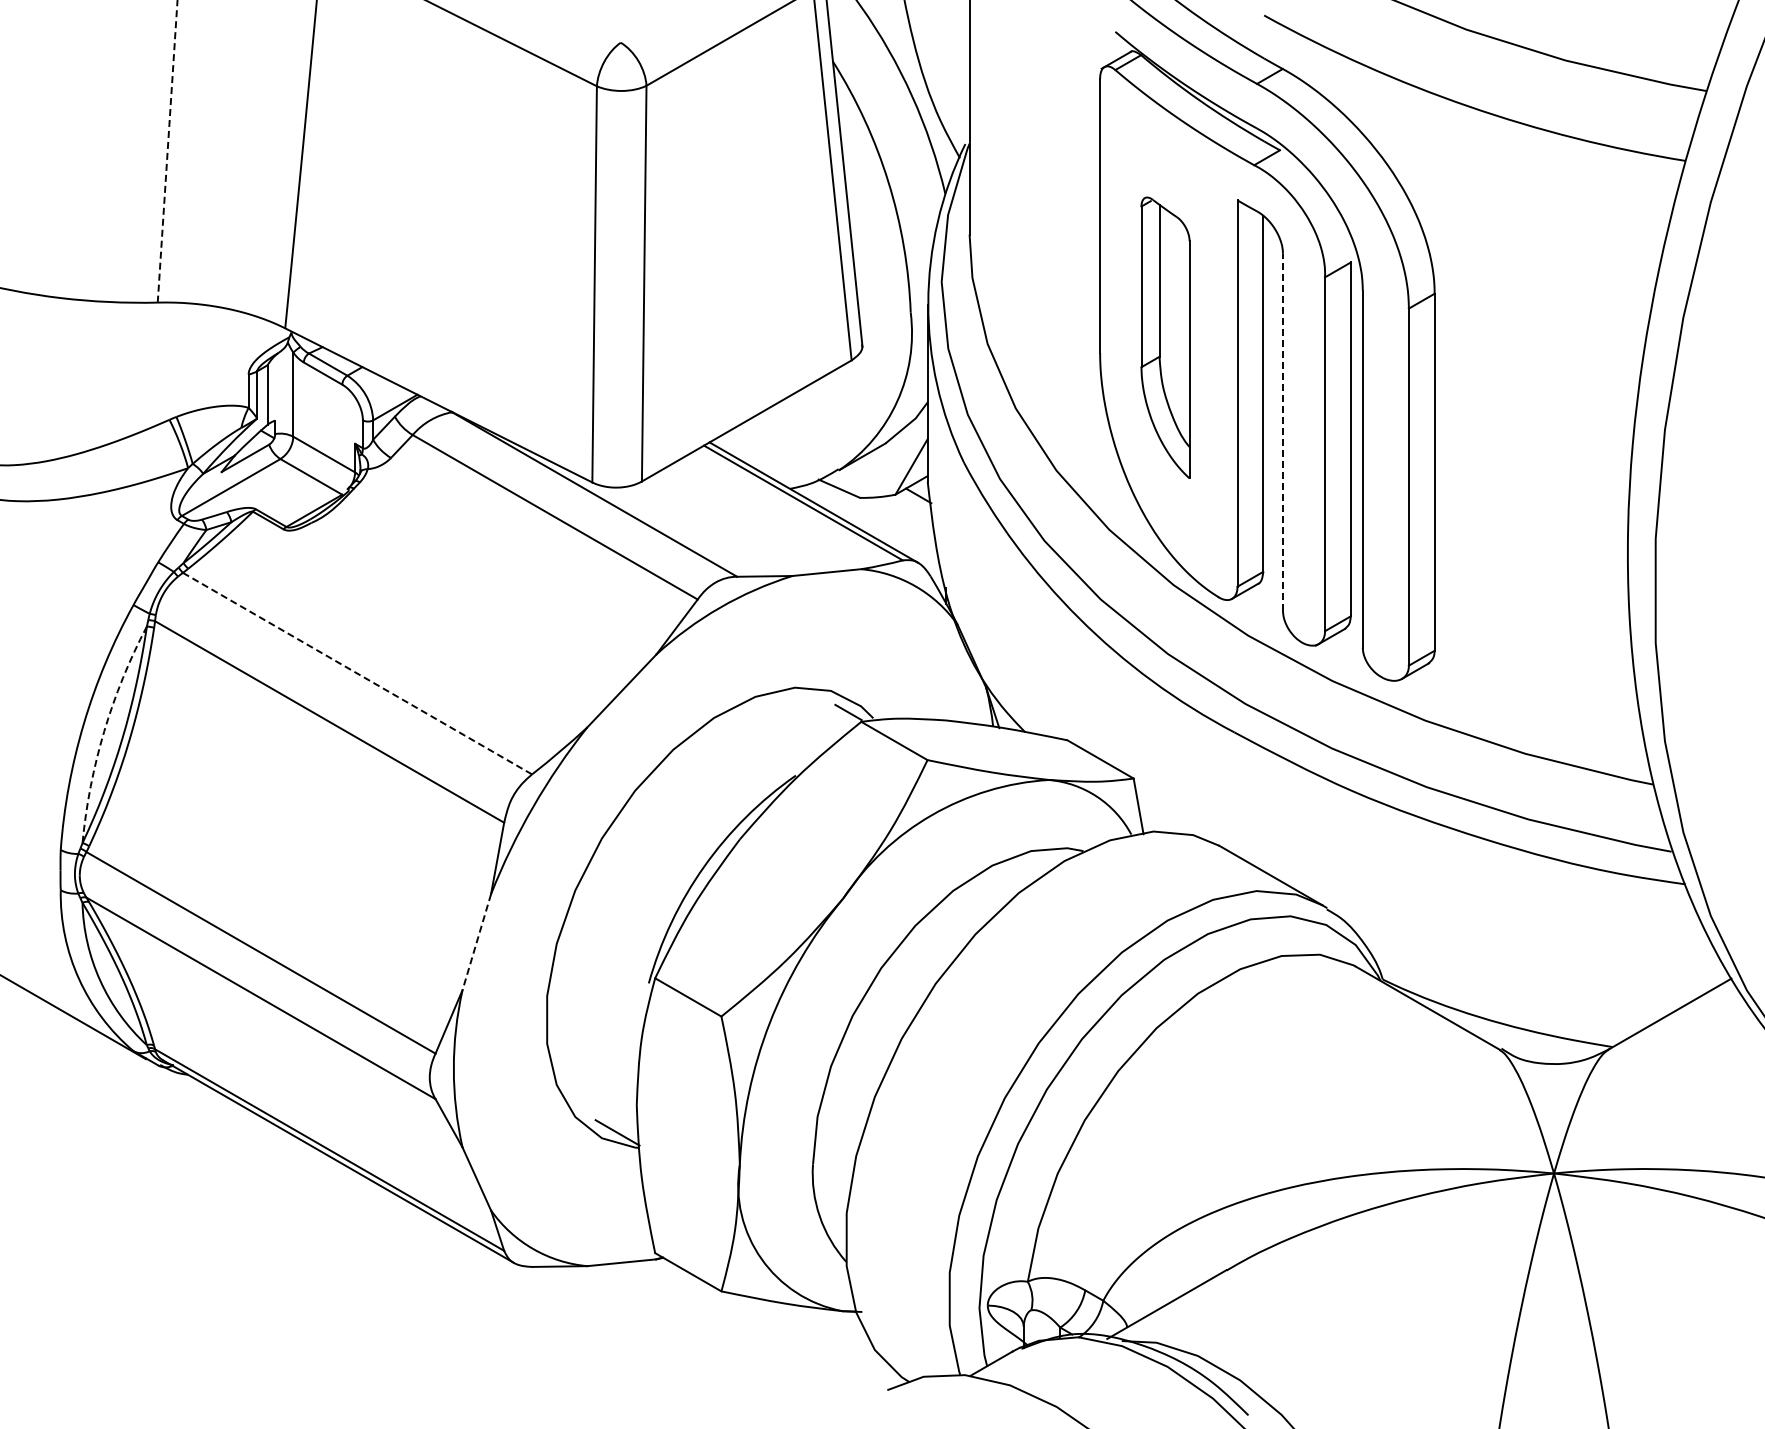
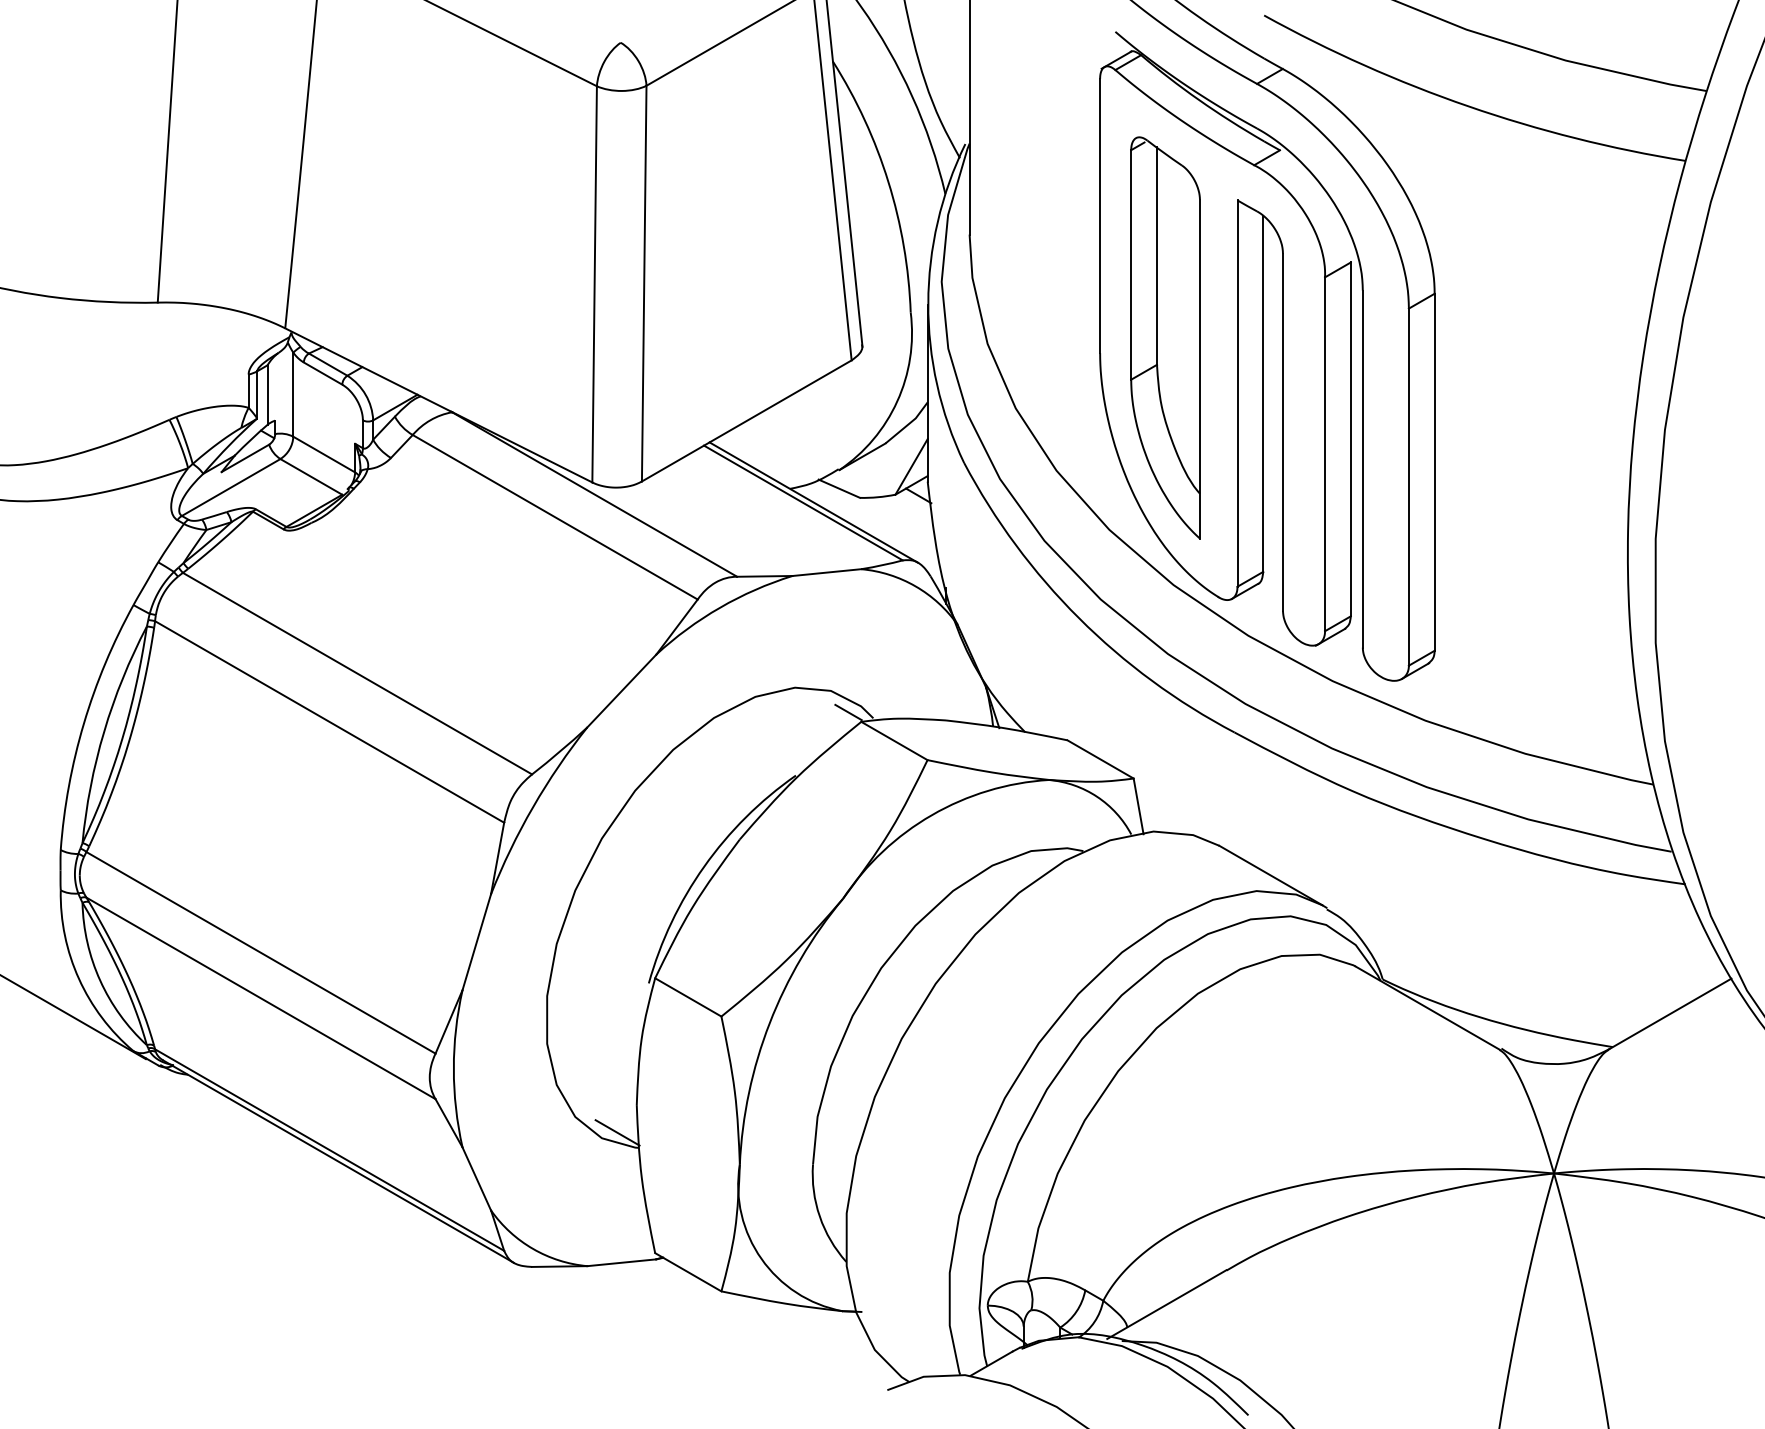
line at (167, 150): dashed -> solid
part at (1165, 337) size: 51x283 px -> 71x404 px
line at (1282, 432): dashed -> solid
line at (357, 673): dashed -> solid
arc at (104, 731): dashed -> solid
line at (476, 942): dashed -> solid
